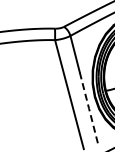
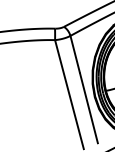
line at (89, 108): dashed -> solid
